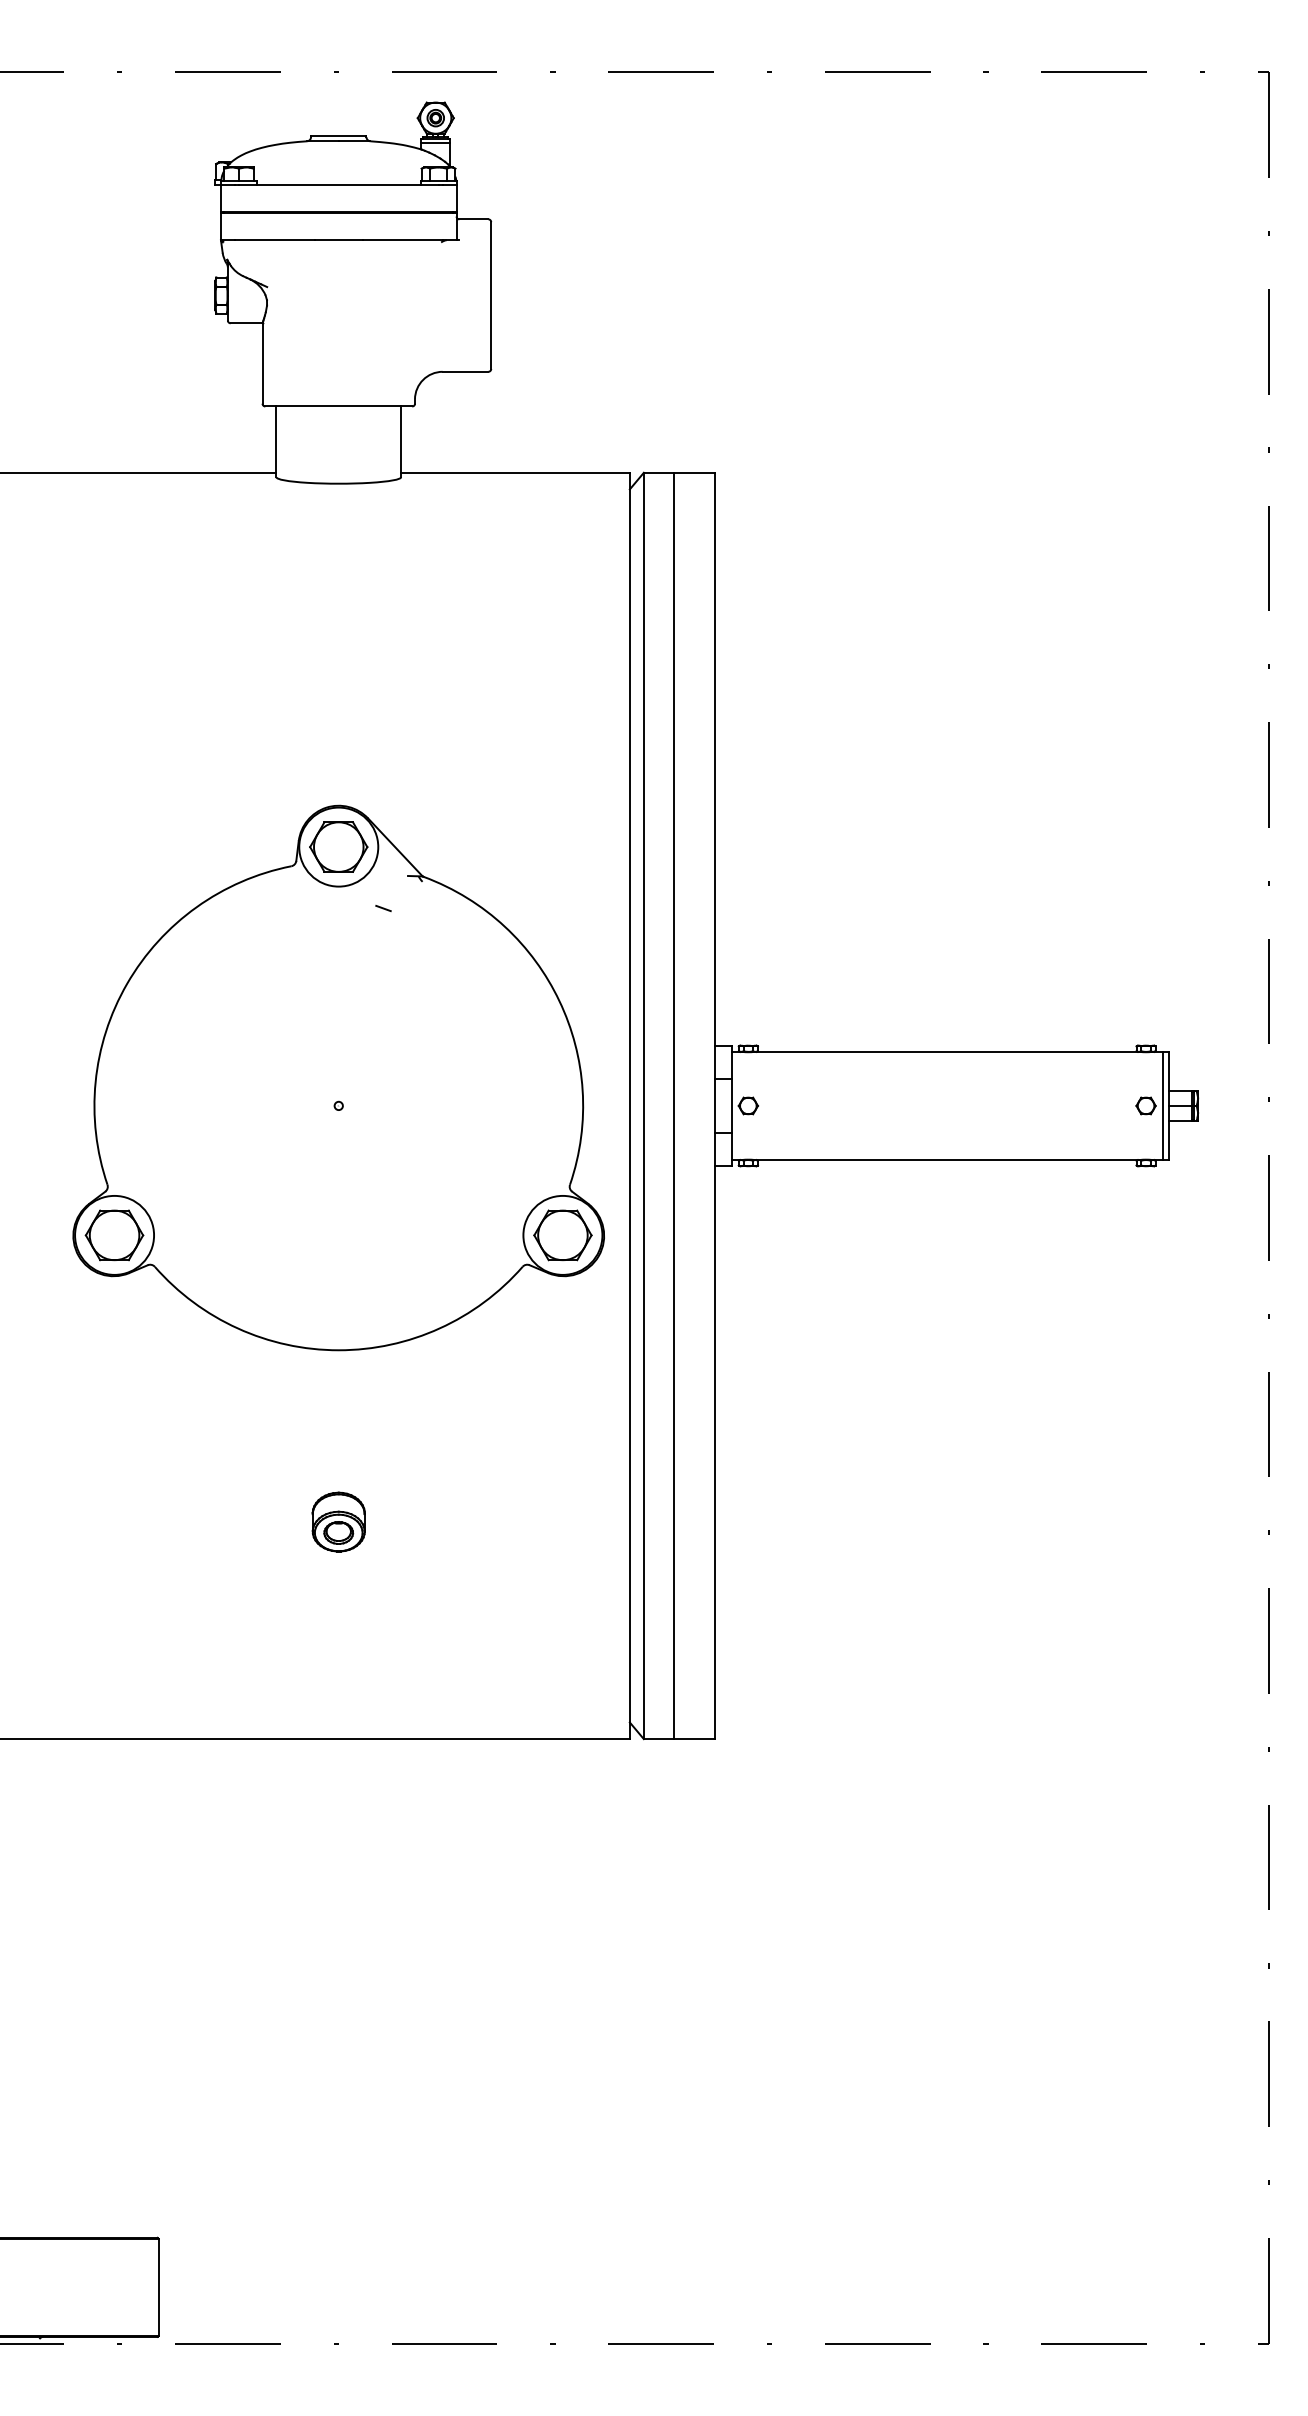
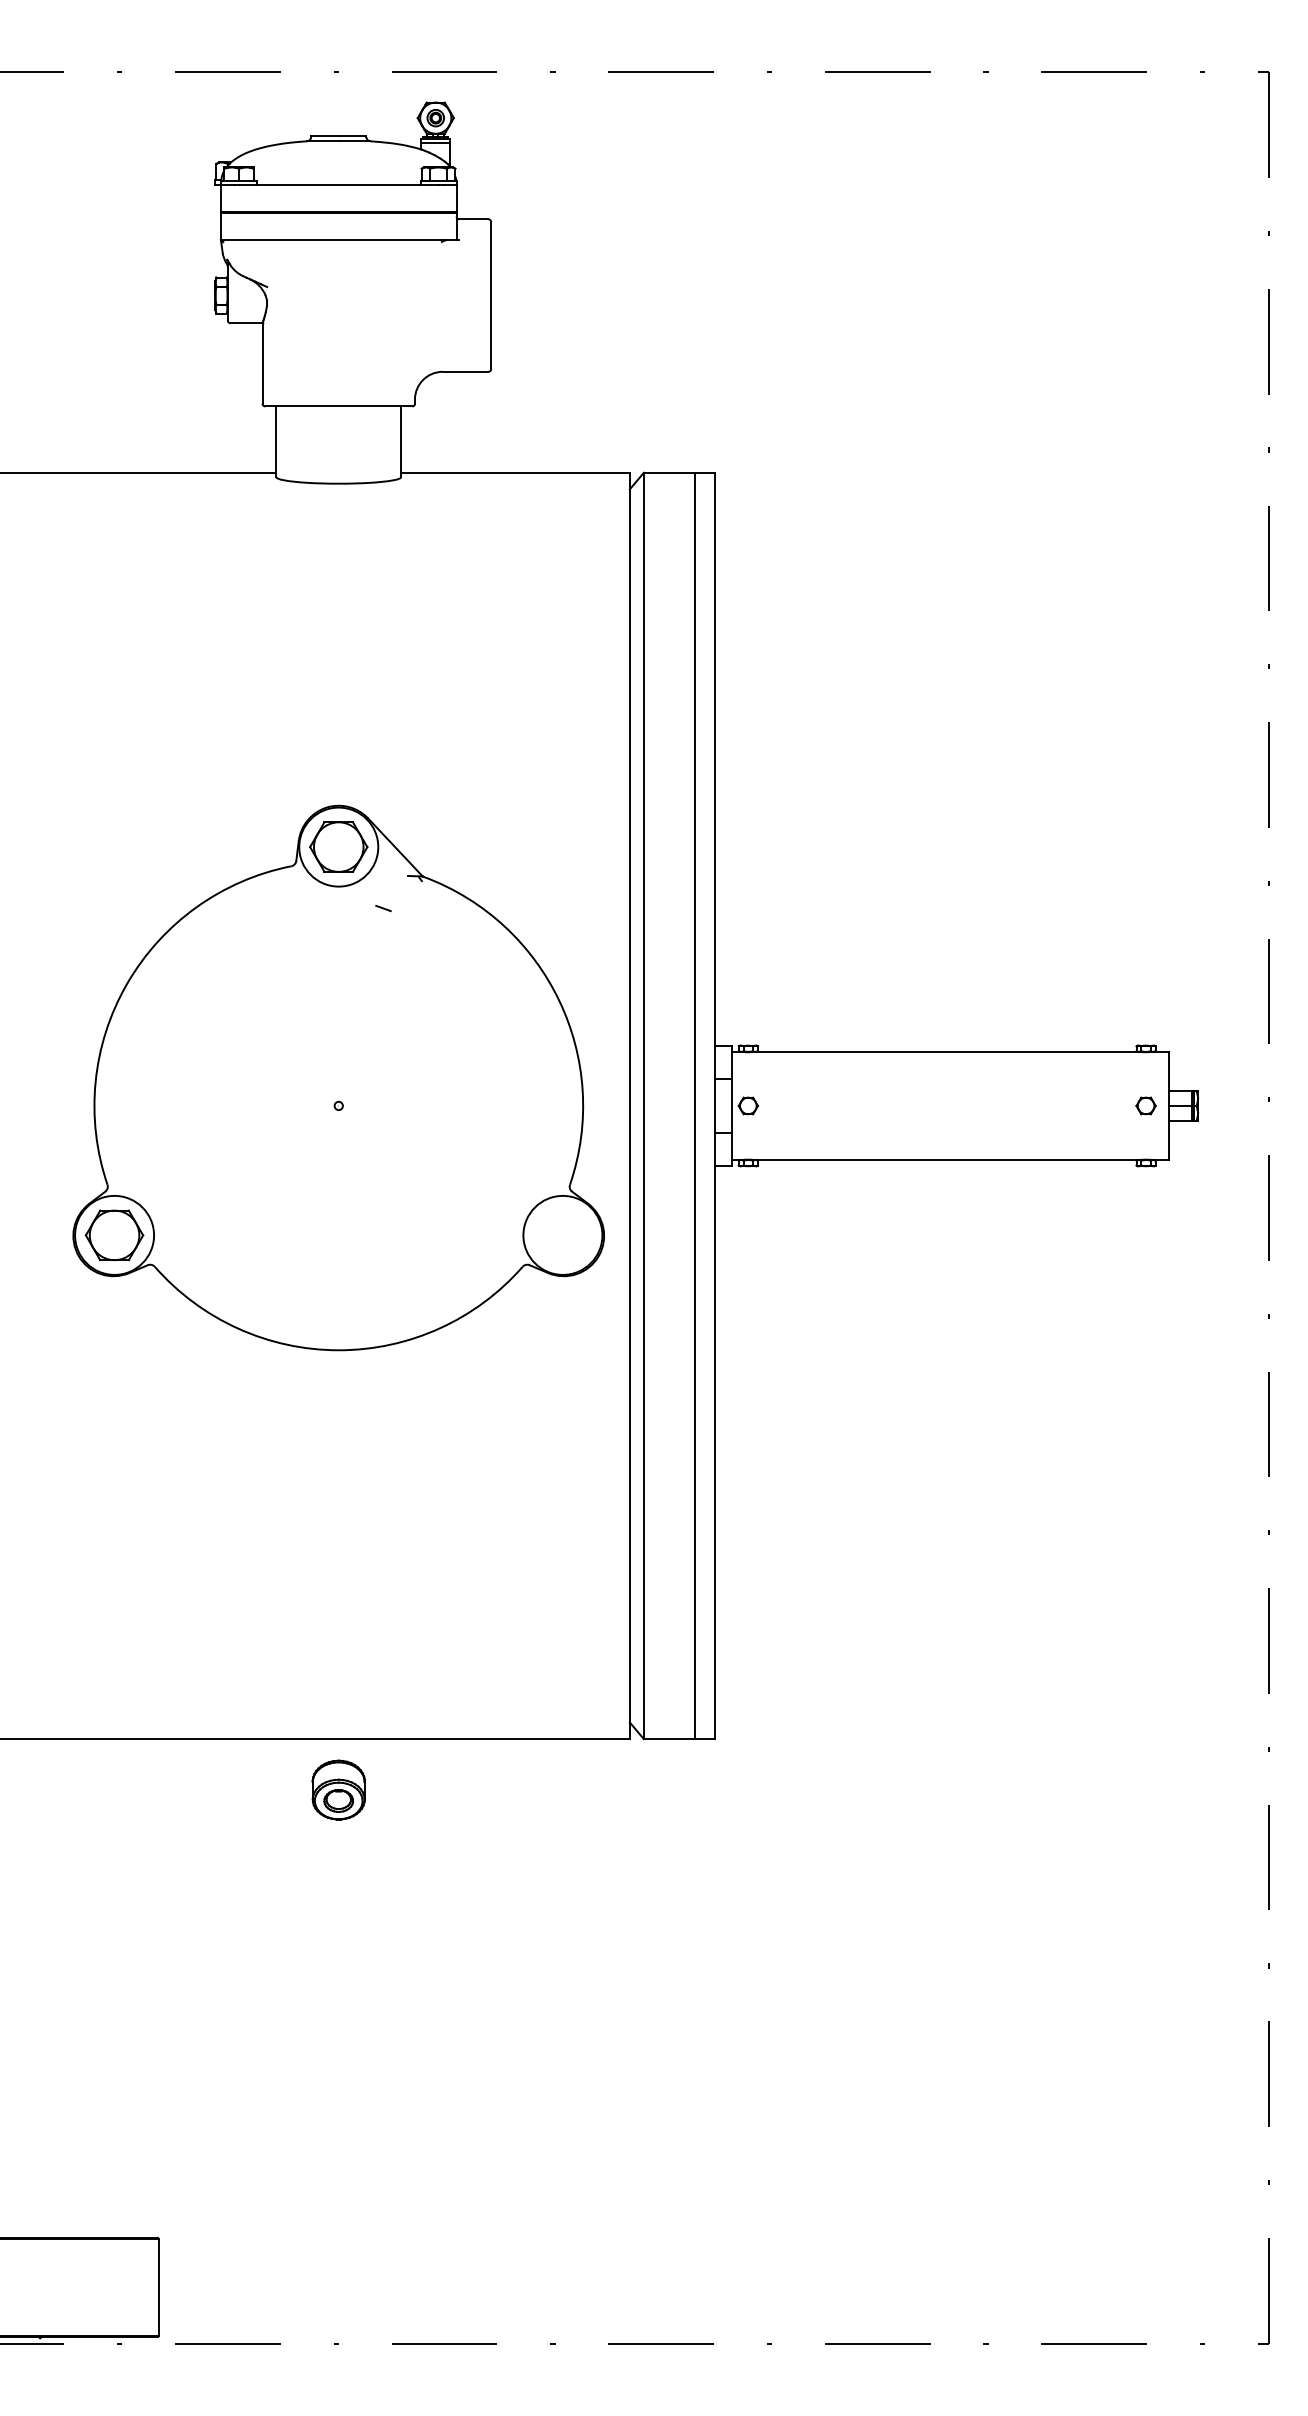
line at (673, 1105) position: (673, 1105) -> (694, 1105)
line at (1162, 1105): present -> none
part at (562, 1235): present -> none
part at (338, 1521) position: (338, 1521) -> (338, 1789)
